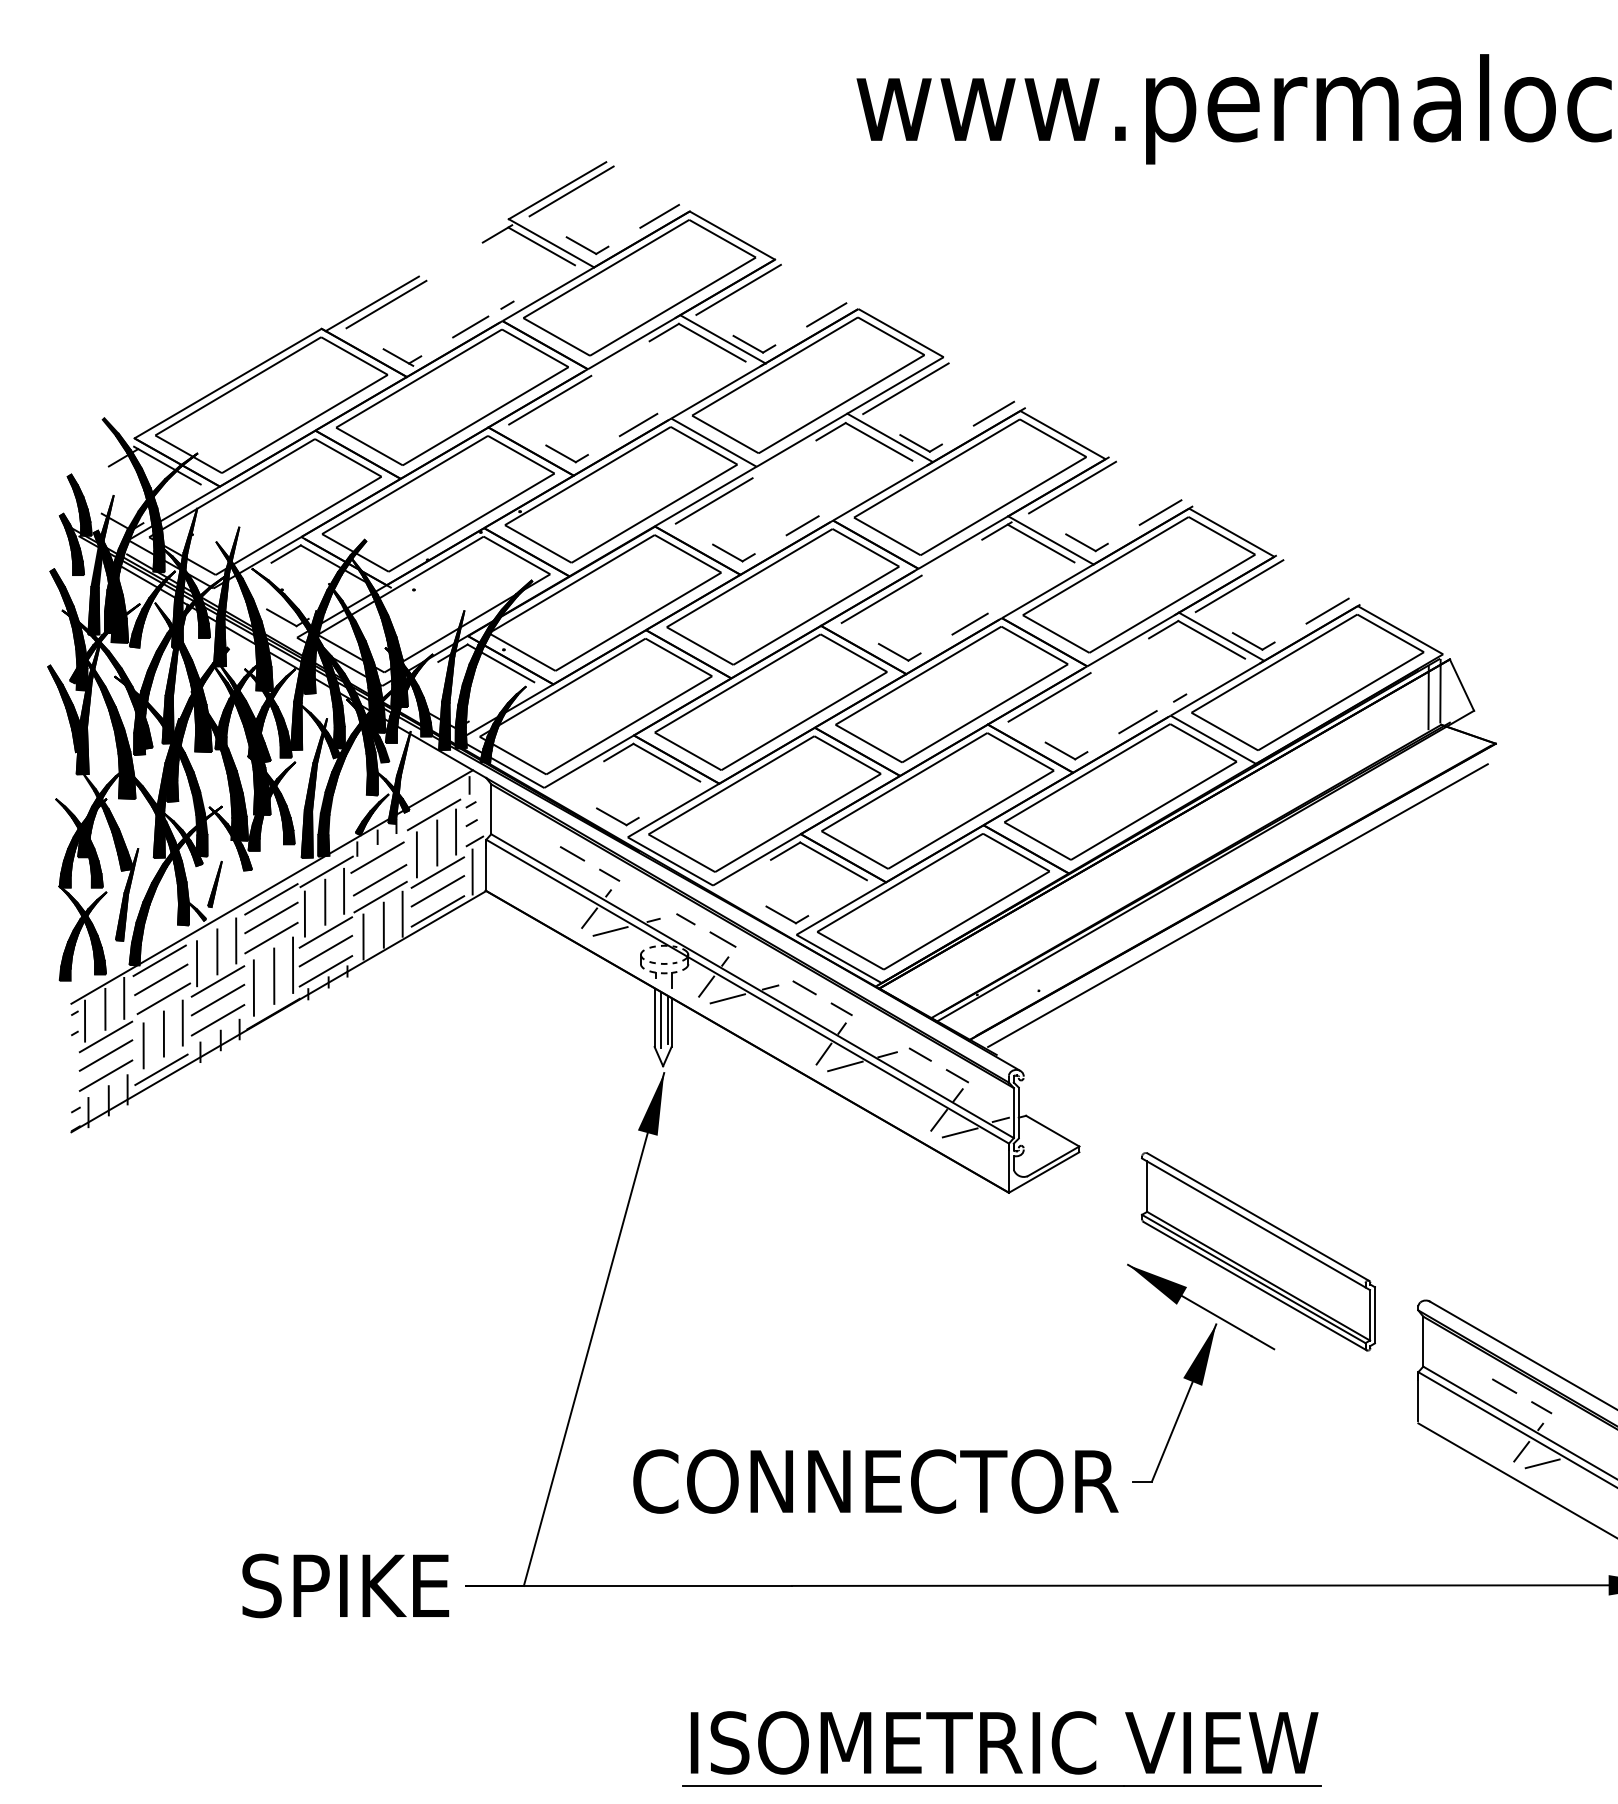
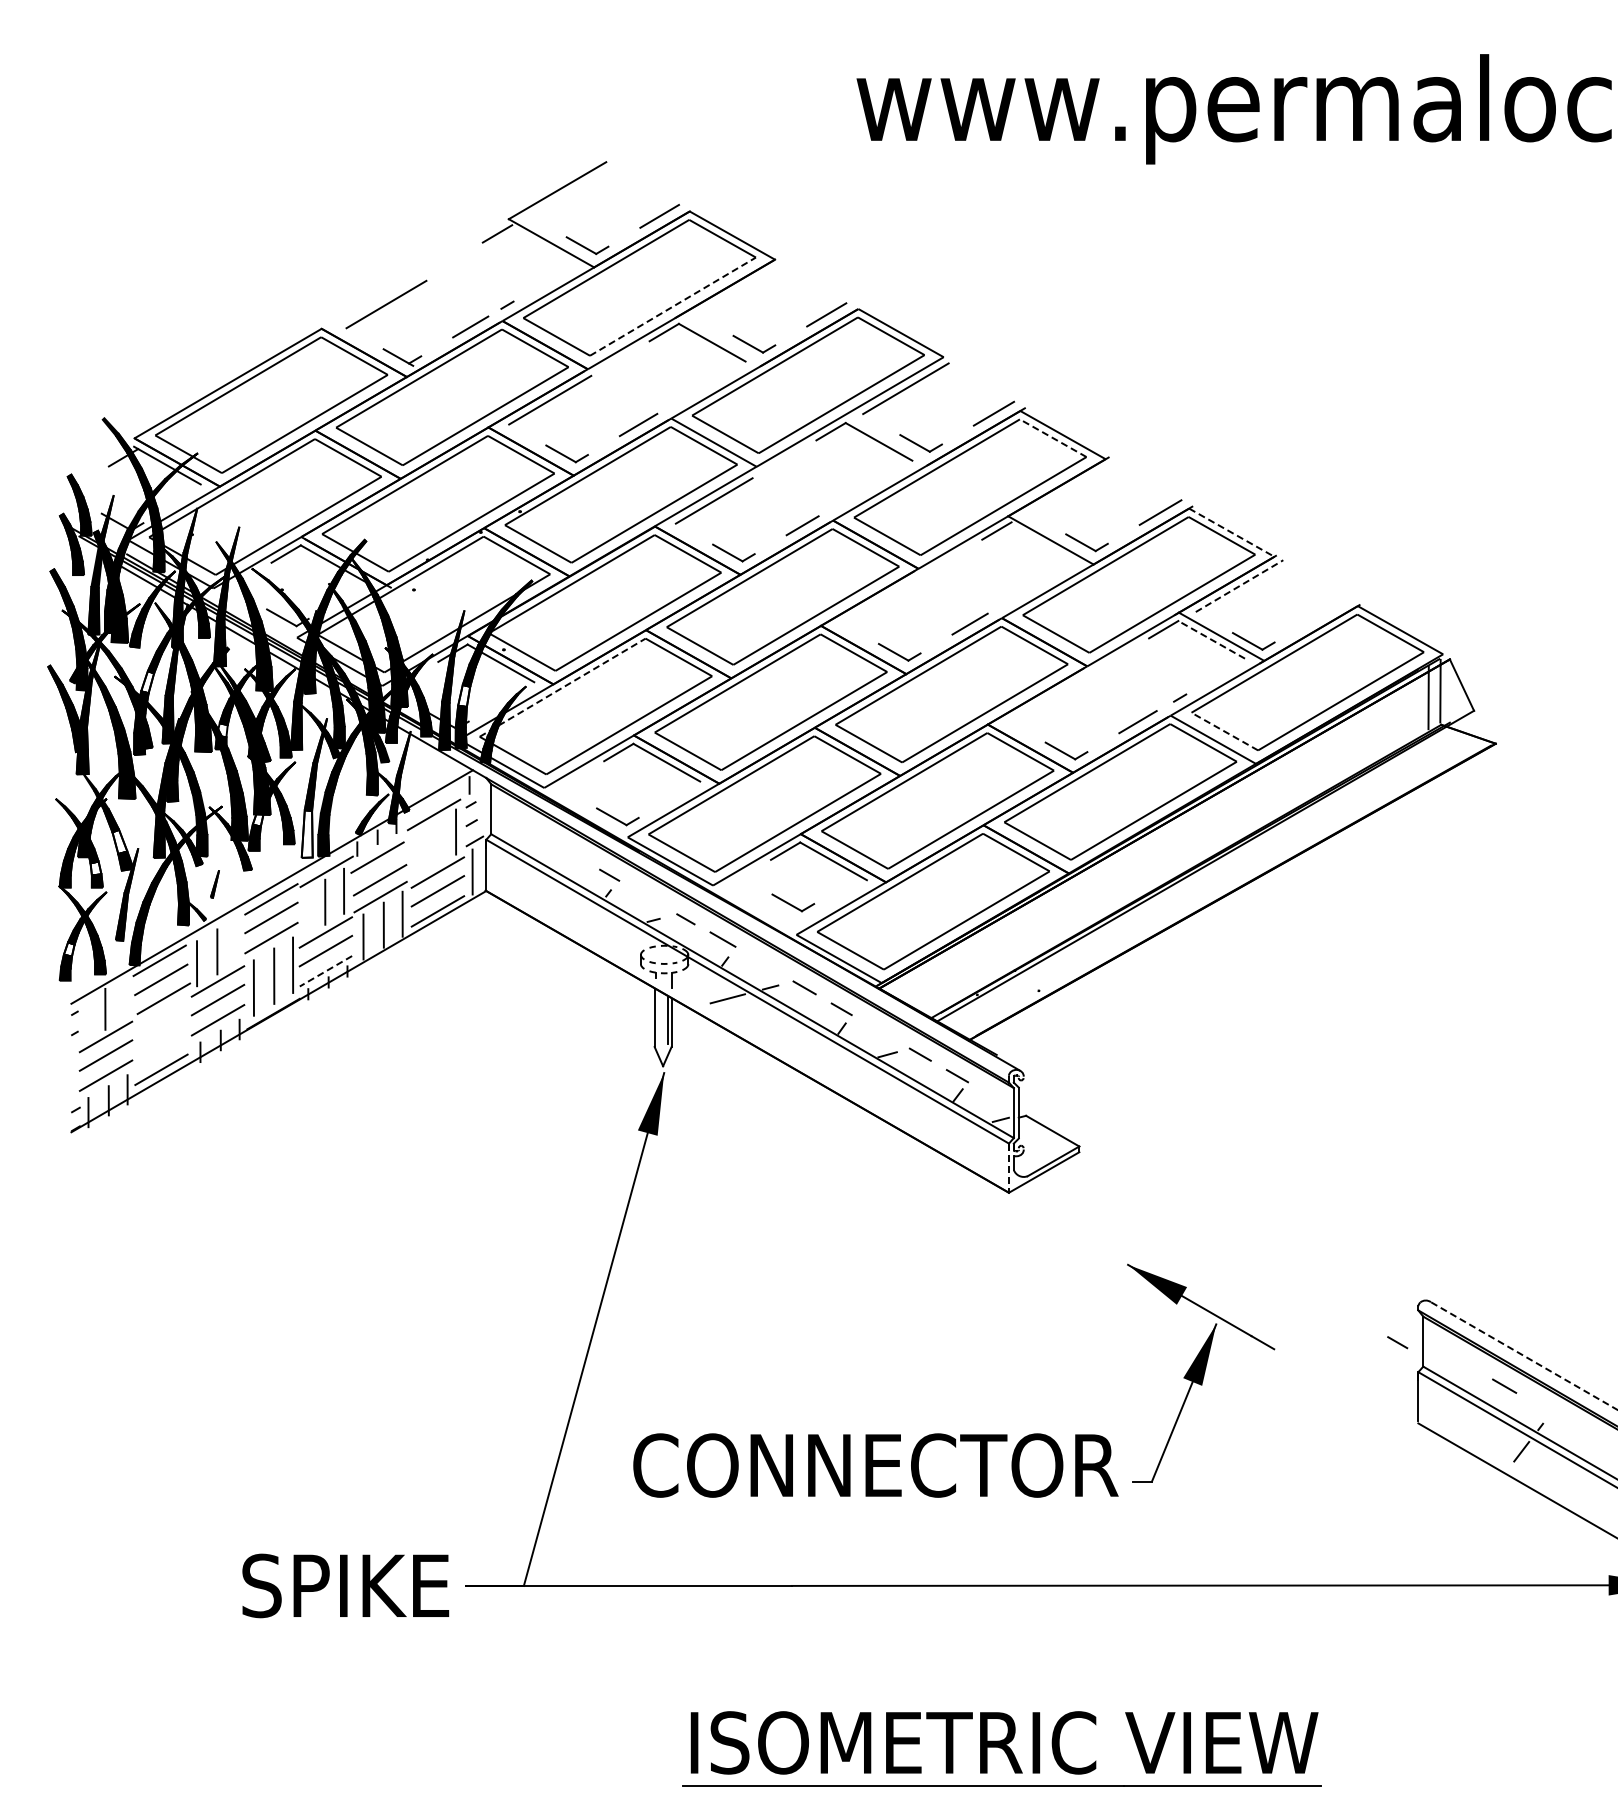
line at (571, 191): present -> none
line at (541, 246): present -> none
line at (738, 289): present -> none
line at (371, 303): present -> none
line at (673, 306): solid -> dashed
line at (722, 339): present -> none
line at (889, 437): present -> none
line at (1052, 437): solid -> dashed
line at (1072, 487): present -> none
line at (1232, 532): solid -> dashed
line at (1040, 543): present -> none
line at (1239, 586): solid -> dashed
line at (881, 598): present -> none
line at (1327, 610): present -> none
line at (1211, 639): solid -> dashed
fill at (147, 682): present -> none
line at (563, 687): solid -> dashed
fill at (464, 695): present -> none
line at (1049, 697): present -> none
fill at (221, 730): present -> none
line at (1224, 731): solid -> dashed
fill at (257, 819): present -> none
fill at (306, 833): present -> none
fill at (119, 841): present -> none
line at (437, 842): present -> none
line at (572, 853): present -> none
line at (416, 854): present -> none
fill at (95, 868): present -> none
part at (214, 883) size: 16x48 px -> 10x29 px
line at (1237, 905): present -> none
line at (304, 913): present -> none
part at (787, 914) position: (787, 914) -> (793, 902)
line at (589, 917): present -> none
line at (610, 931): present -> none
line at (236, 940): present -> none
fill at (68, 949): present -> none
line at (325, 971): solid -> dashed
line at (706, 986): present -> none
line at (124, 997): present -> none
line at (85, 1020): present -> none
line at (660, 1020): present -> none
line at (182, 1022): present -> none
line at (163, 1033): present -> none
line at (143, 1045): present -> none
line at (823, 1053): present -> none
line at (845, 1066): present -> none
line at (939, 1119): present -> none
line at (959, 1132): present -> none
line at (1008, 1168): solid -> dashed
part at (1258, 1251): present -> none
line at (1523, 1355): solid -> dashed
line at (1541, 1407) position: (1541, 1407) -> (1397, 1342)
line at (1542, 1463): present -> none
text at (875, 1481) position: (875, 1481) -> (875, 1465)
